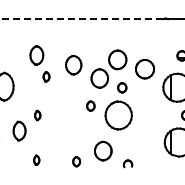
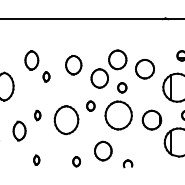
line at (81, 19): dashed -> solid
part at (36, 55) position: (36, 55) -> (31, 60)
part at (151, 119): none -> present
part at (66, 120): none -> present
